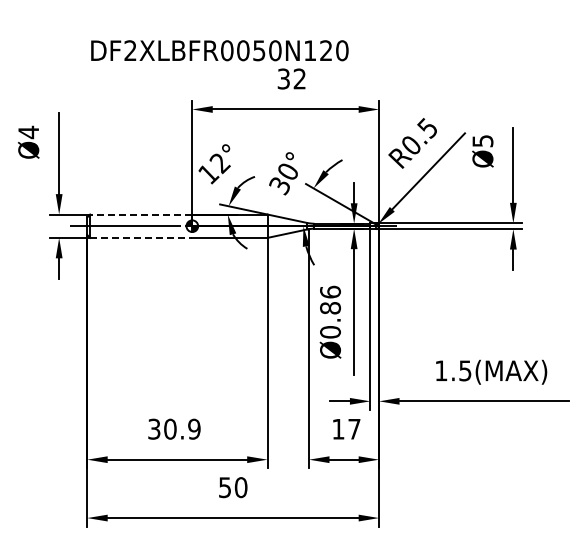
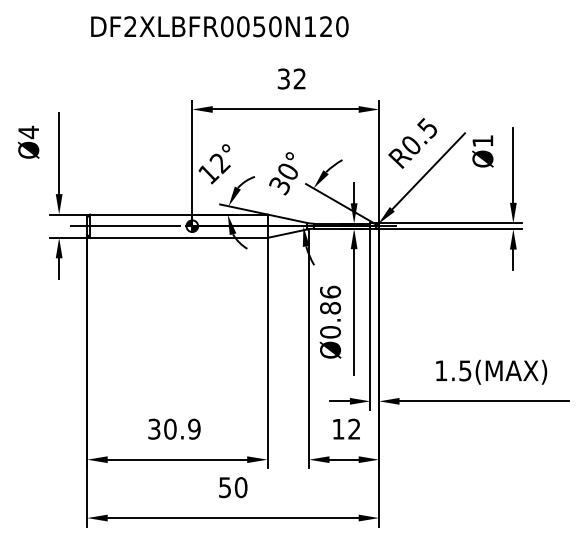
text at (219, 50) position: (219, 50) -> (219, 26)
text at (482, 141): Ø5 -> Ø1
line at (140, 214): dashed -> solid
line at (141, 237): dashed -> solid
text at (354, 428): 17 -> 12
